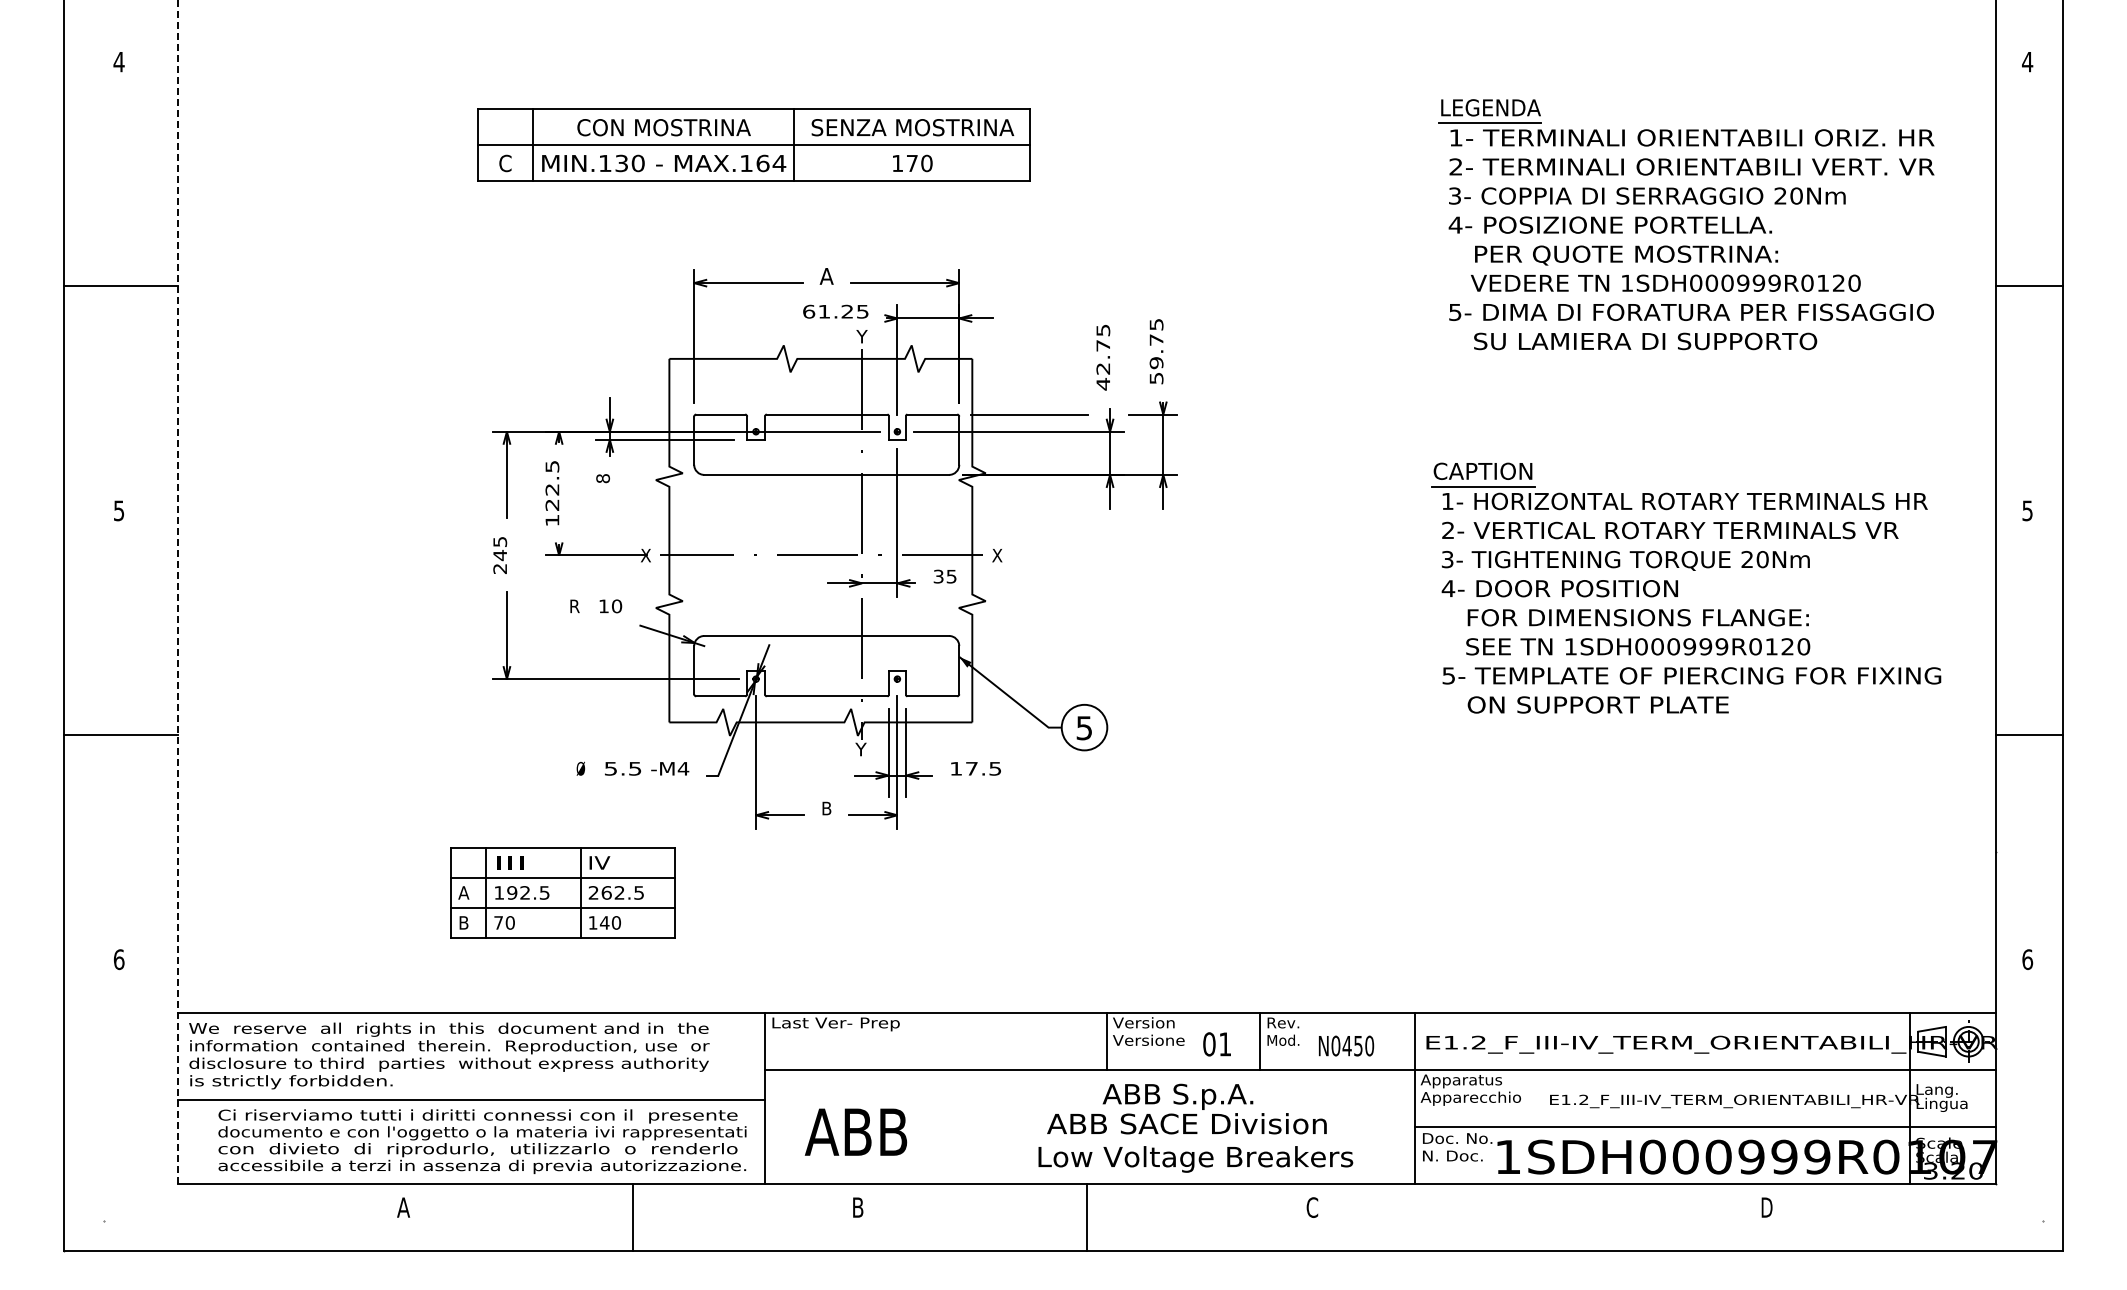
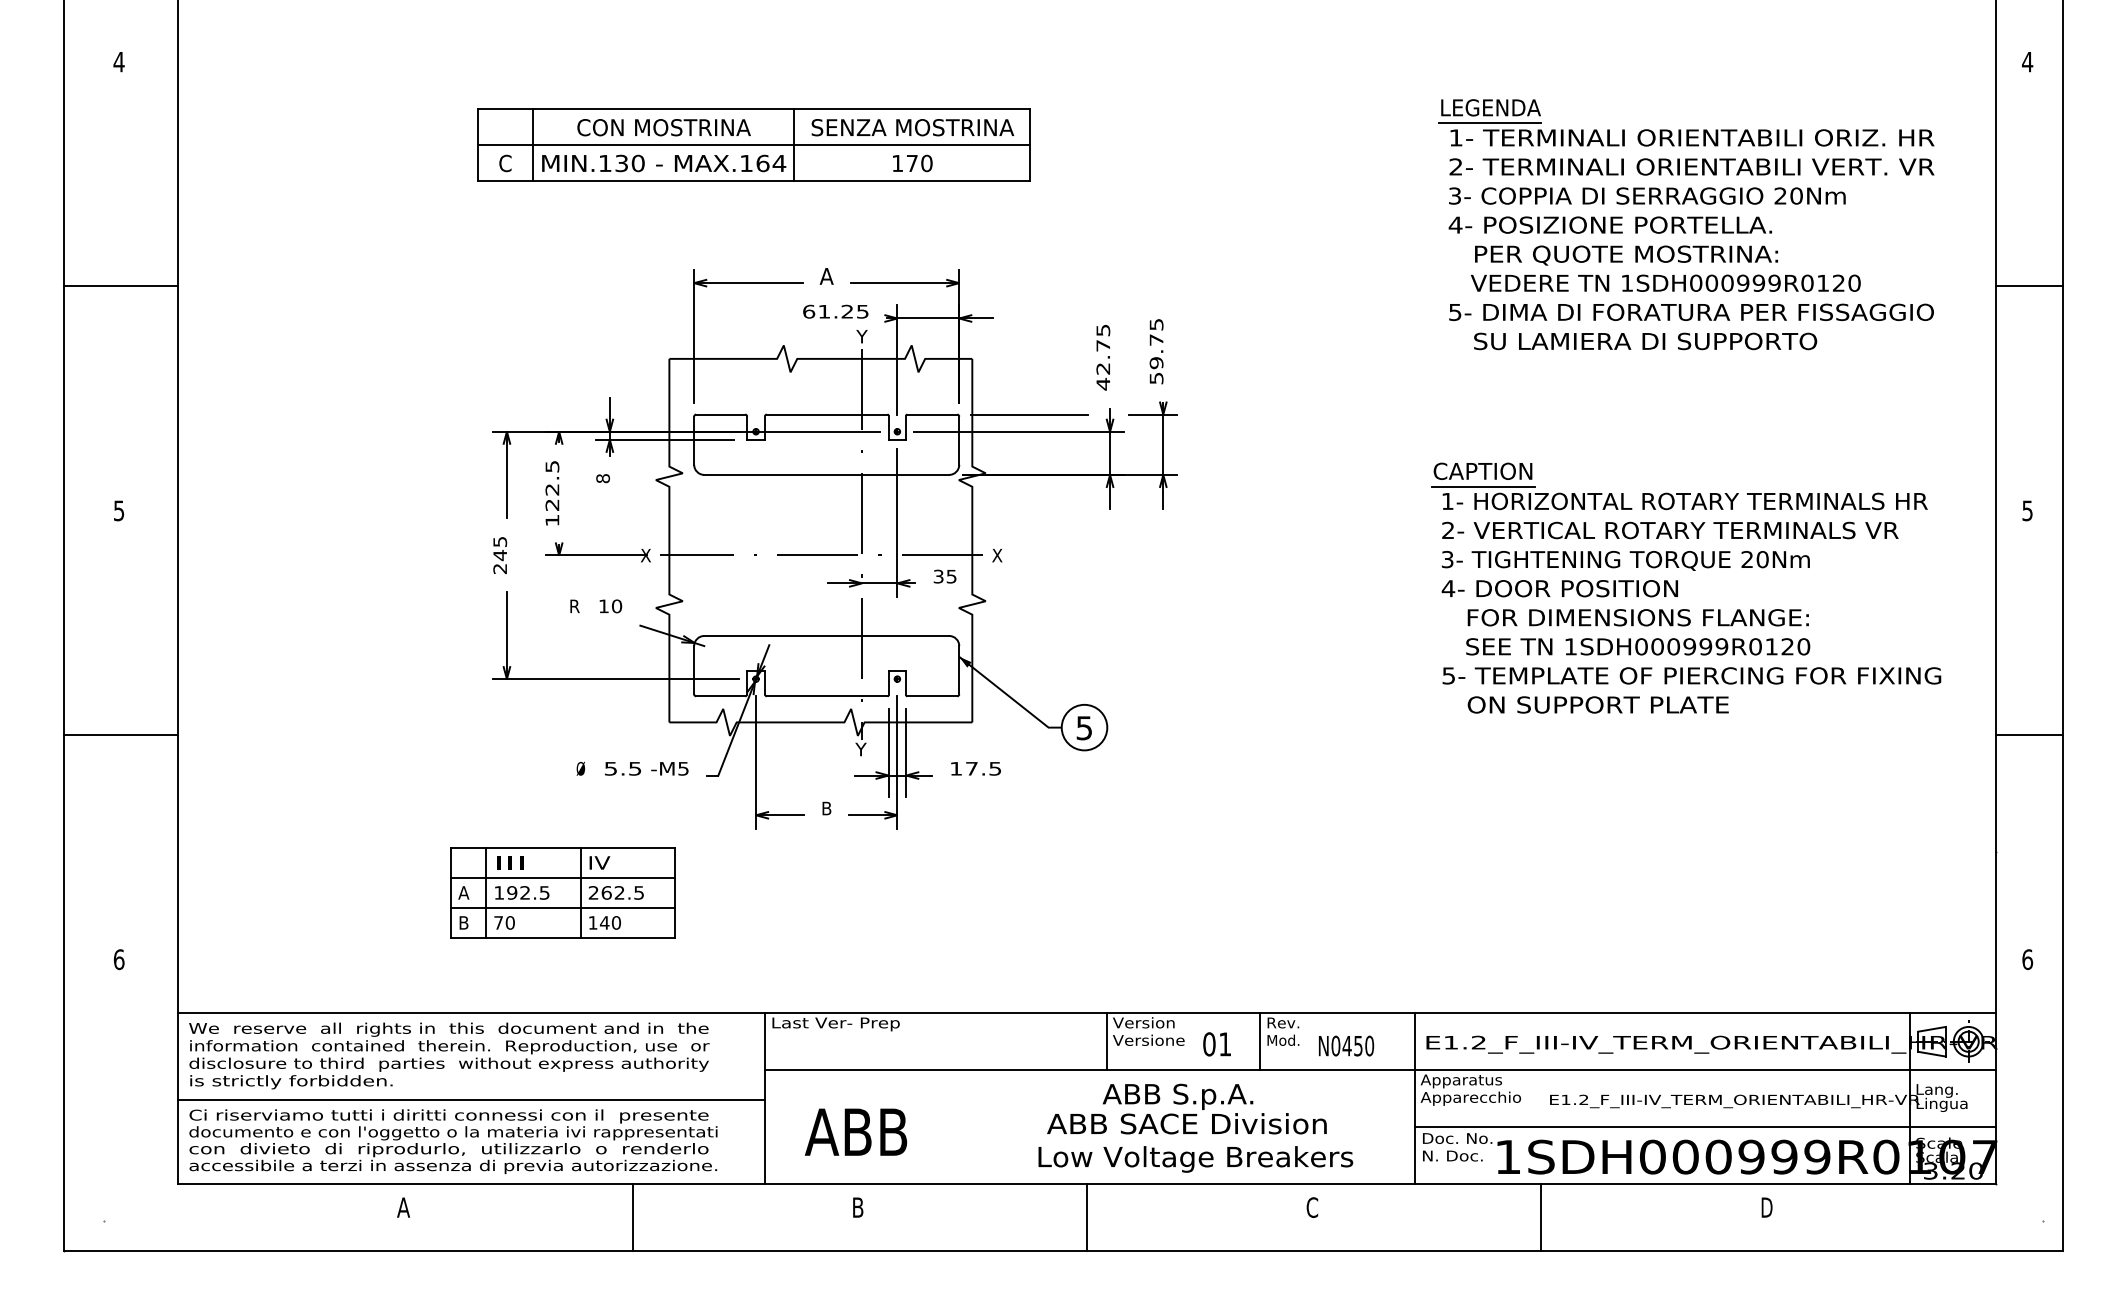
line at (178, 592): dashed -> solid
text at (683, 768): -M4 -> -M5
text at (482, 1141) position: (482, 1141) -> (453, 1141)
line at (1541, 1217): none -> present
